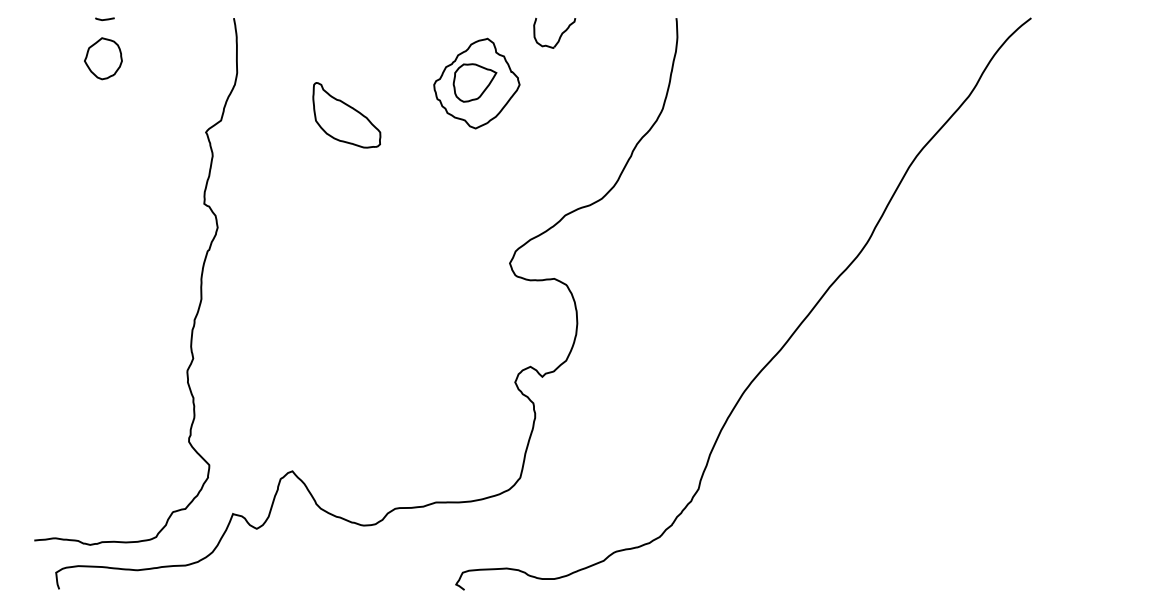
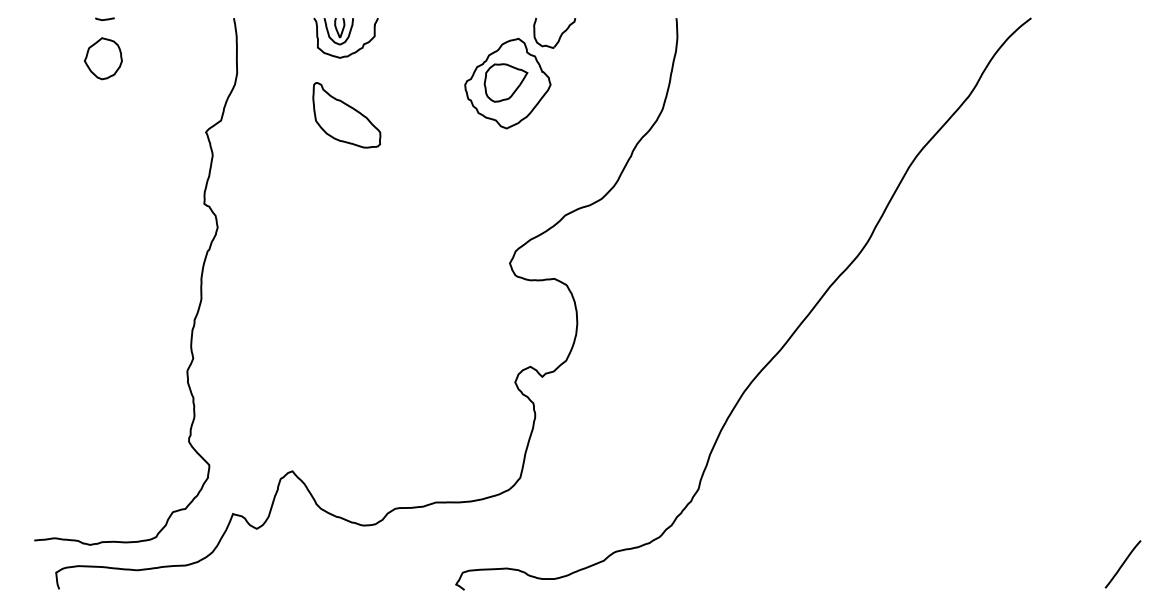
part at (345, 37): none -> present
part at (476, 83) position: (476, 83) -> (507, 83)
line at (1122, 564): none -> present
